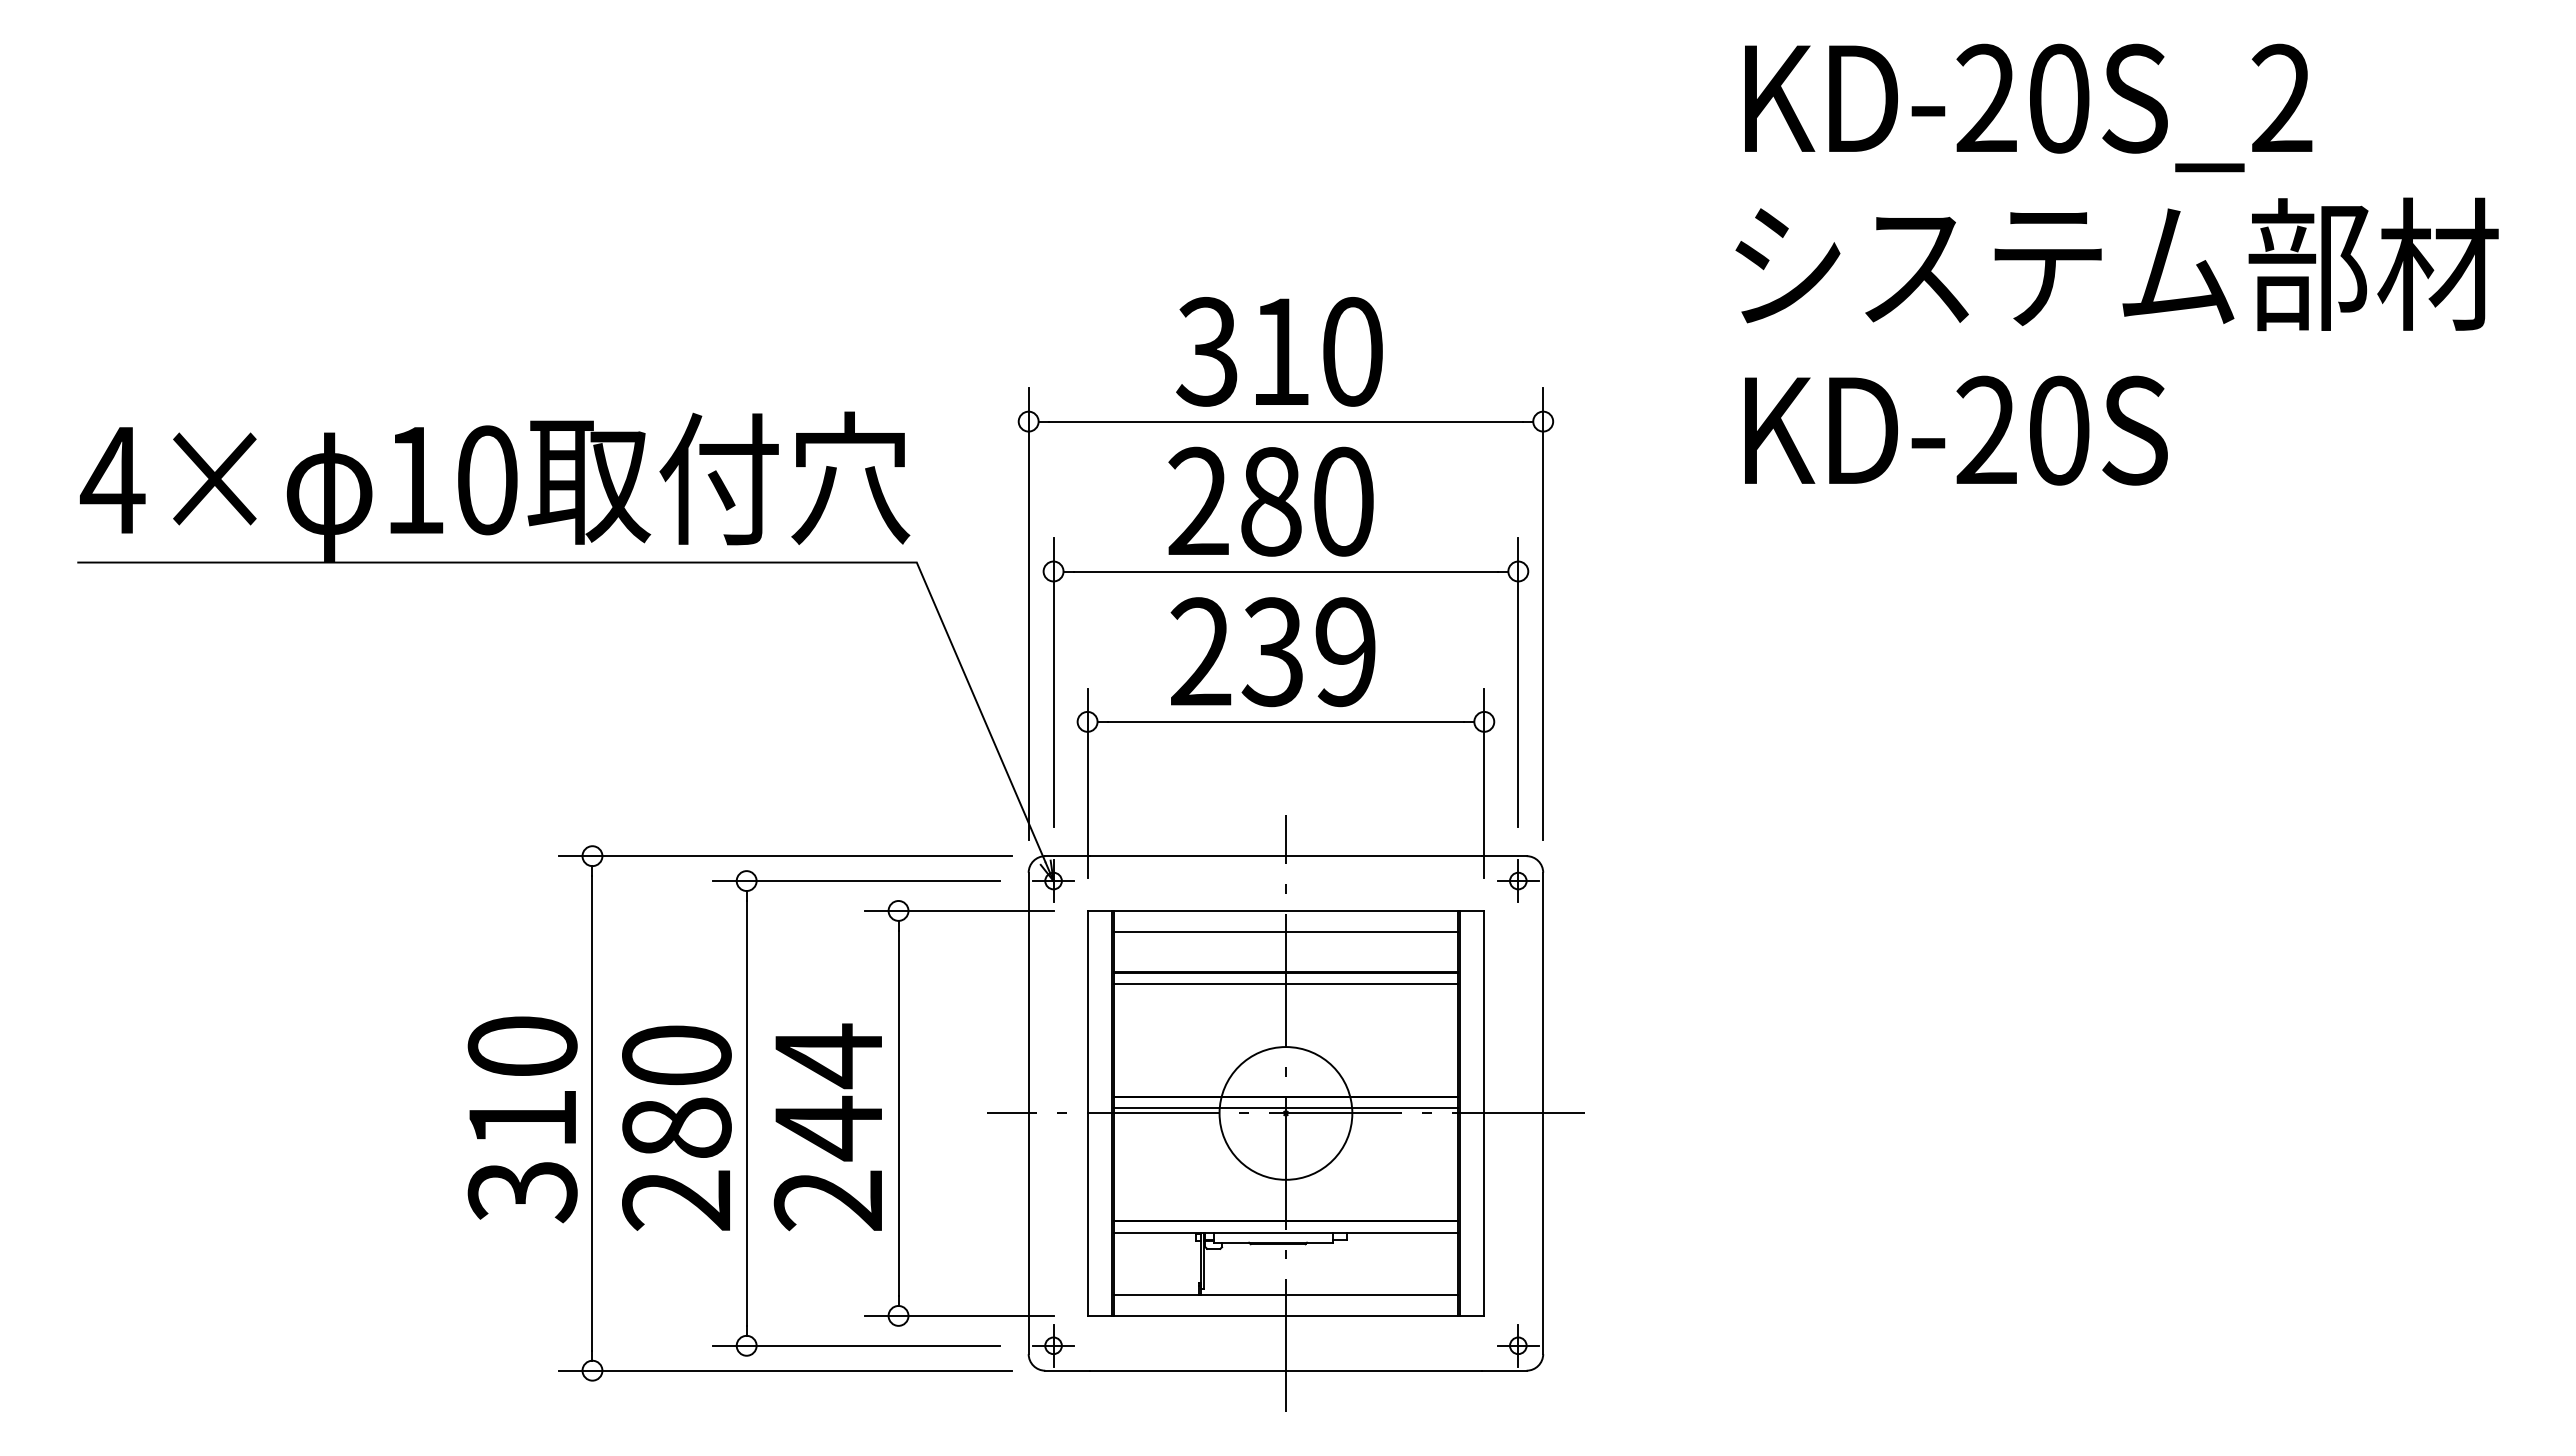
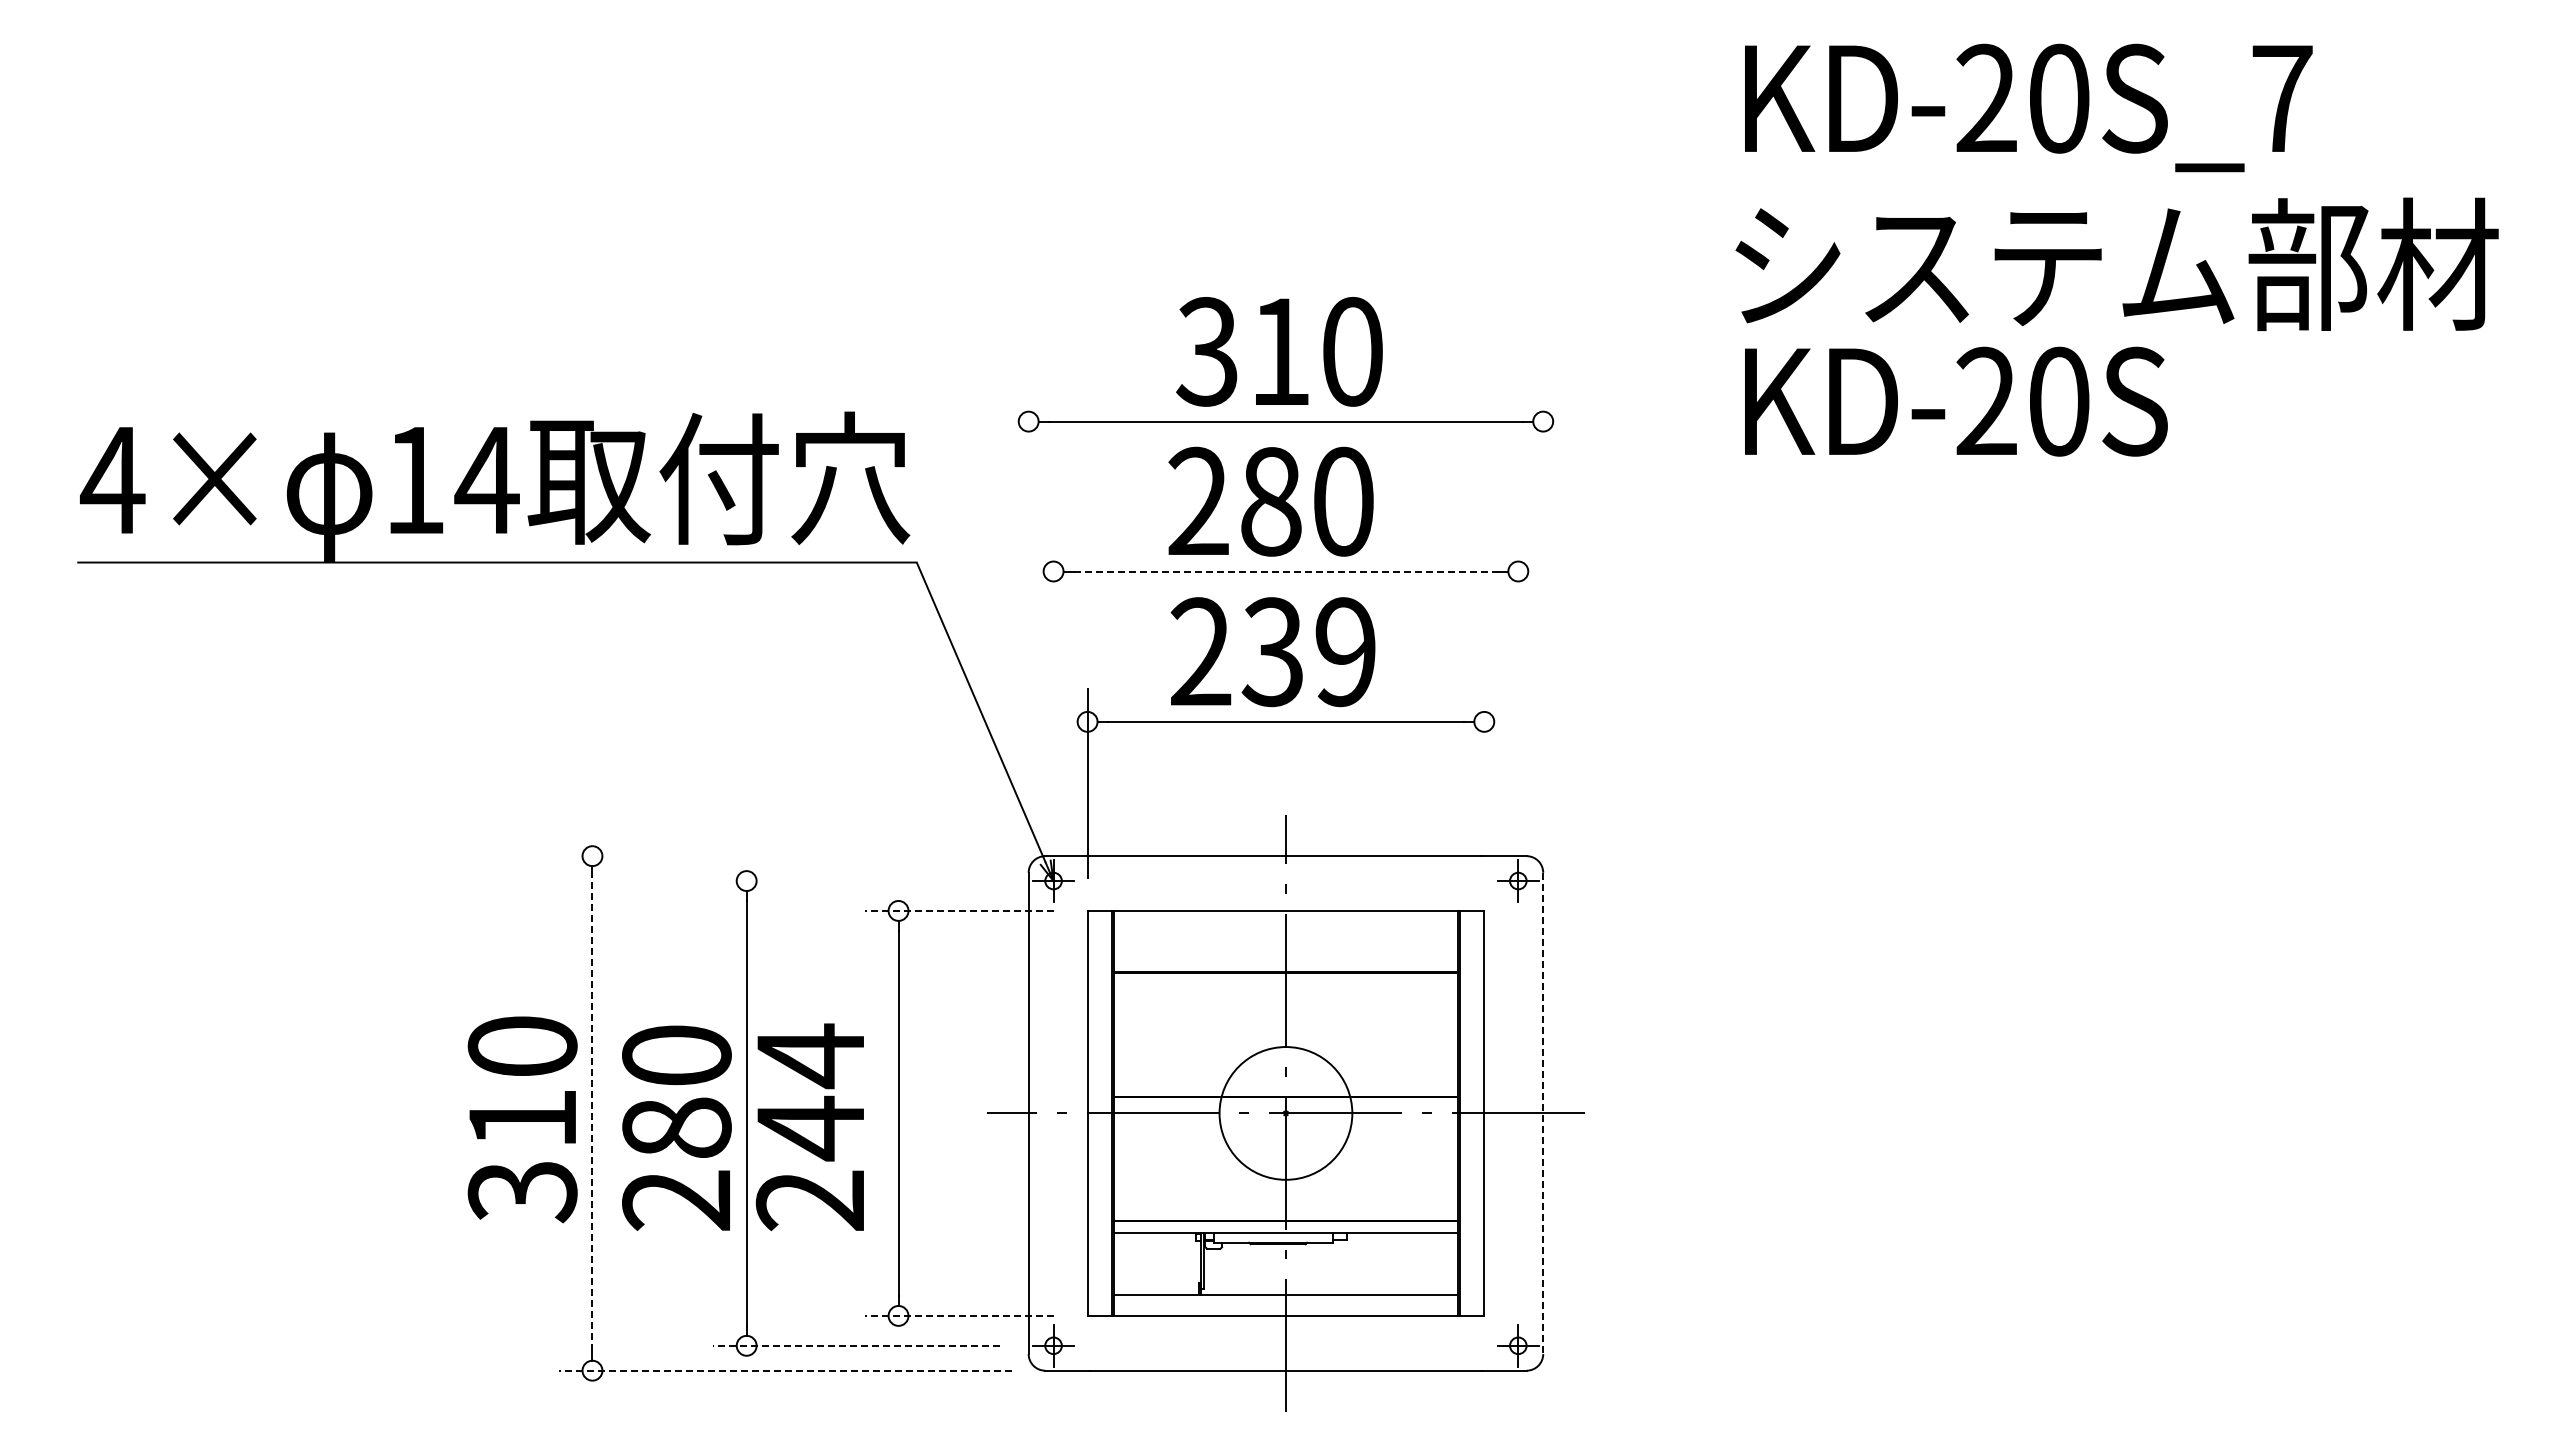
text at (2281, 97): KD-20S_2 -> KD-20S_7
text at (1956, 430) position: (1956, 430) -> (1956, 401)
text at (486, 480): 10 -> 14
line at (1286, 571): solid -> dashed
line at (1028, 613): present -> none
line at (1543, 613): present -> none
line at (1053, 682): present -> none
line at (1518, 682): present -> none
line at (1484, 782): present -> none
line at (785, 856): present -> none
line at (856, 881): present -> none
line at (959, 910): solid -> dashed
line at (1285, 931): present -> none
line at (1285, 983): present -> none
line at (1285, 1108): present -> none
line at (592, 1112): solid -> dashed
line at (1543, 1113): solid -> dashed
text at (827, 1127) position: (827, 1127) -> (809, 1127)
line at (959, 1315): solid -> dashed
line at (856, 1345): solid -> dashed
line at (785, 1370): solid -> dashed
